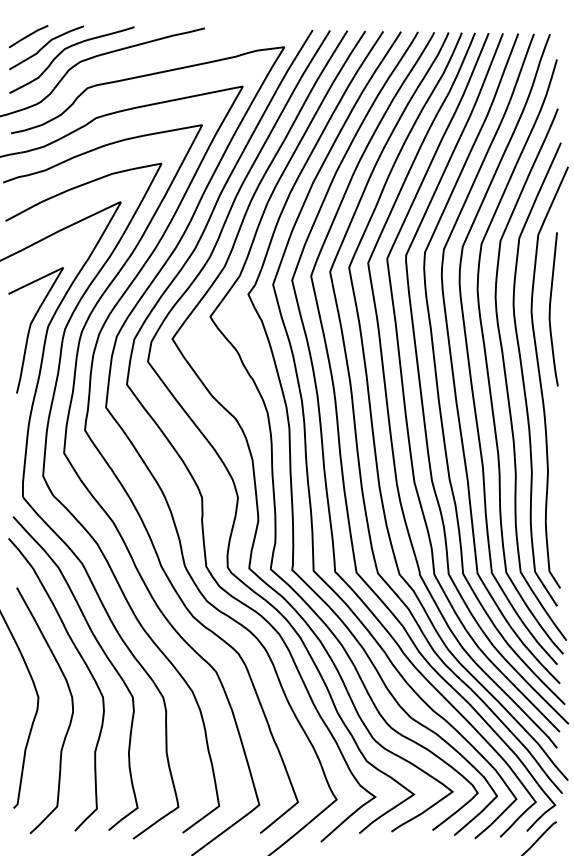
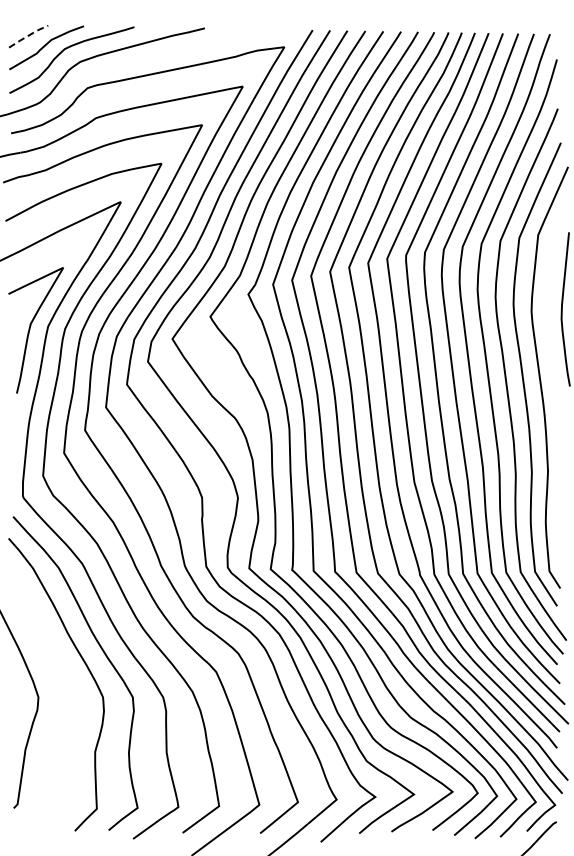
line at (28, 35): solid -> dashed
curve at (550, 309) position: (550, 309) -> (562, 309)
curve at (70, 717): present -> none
